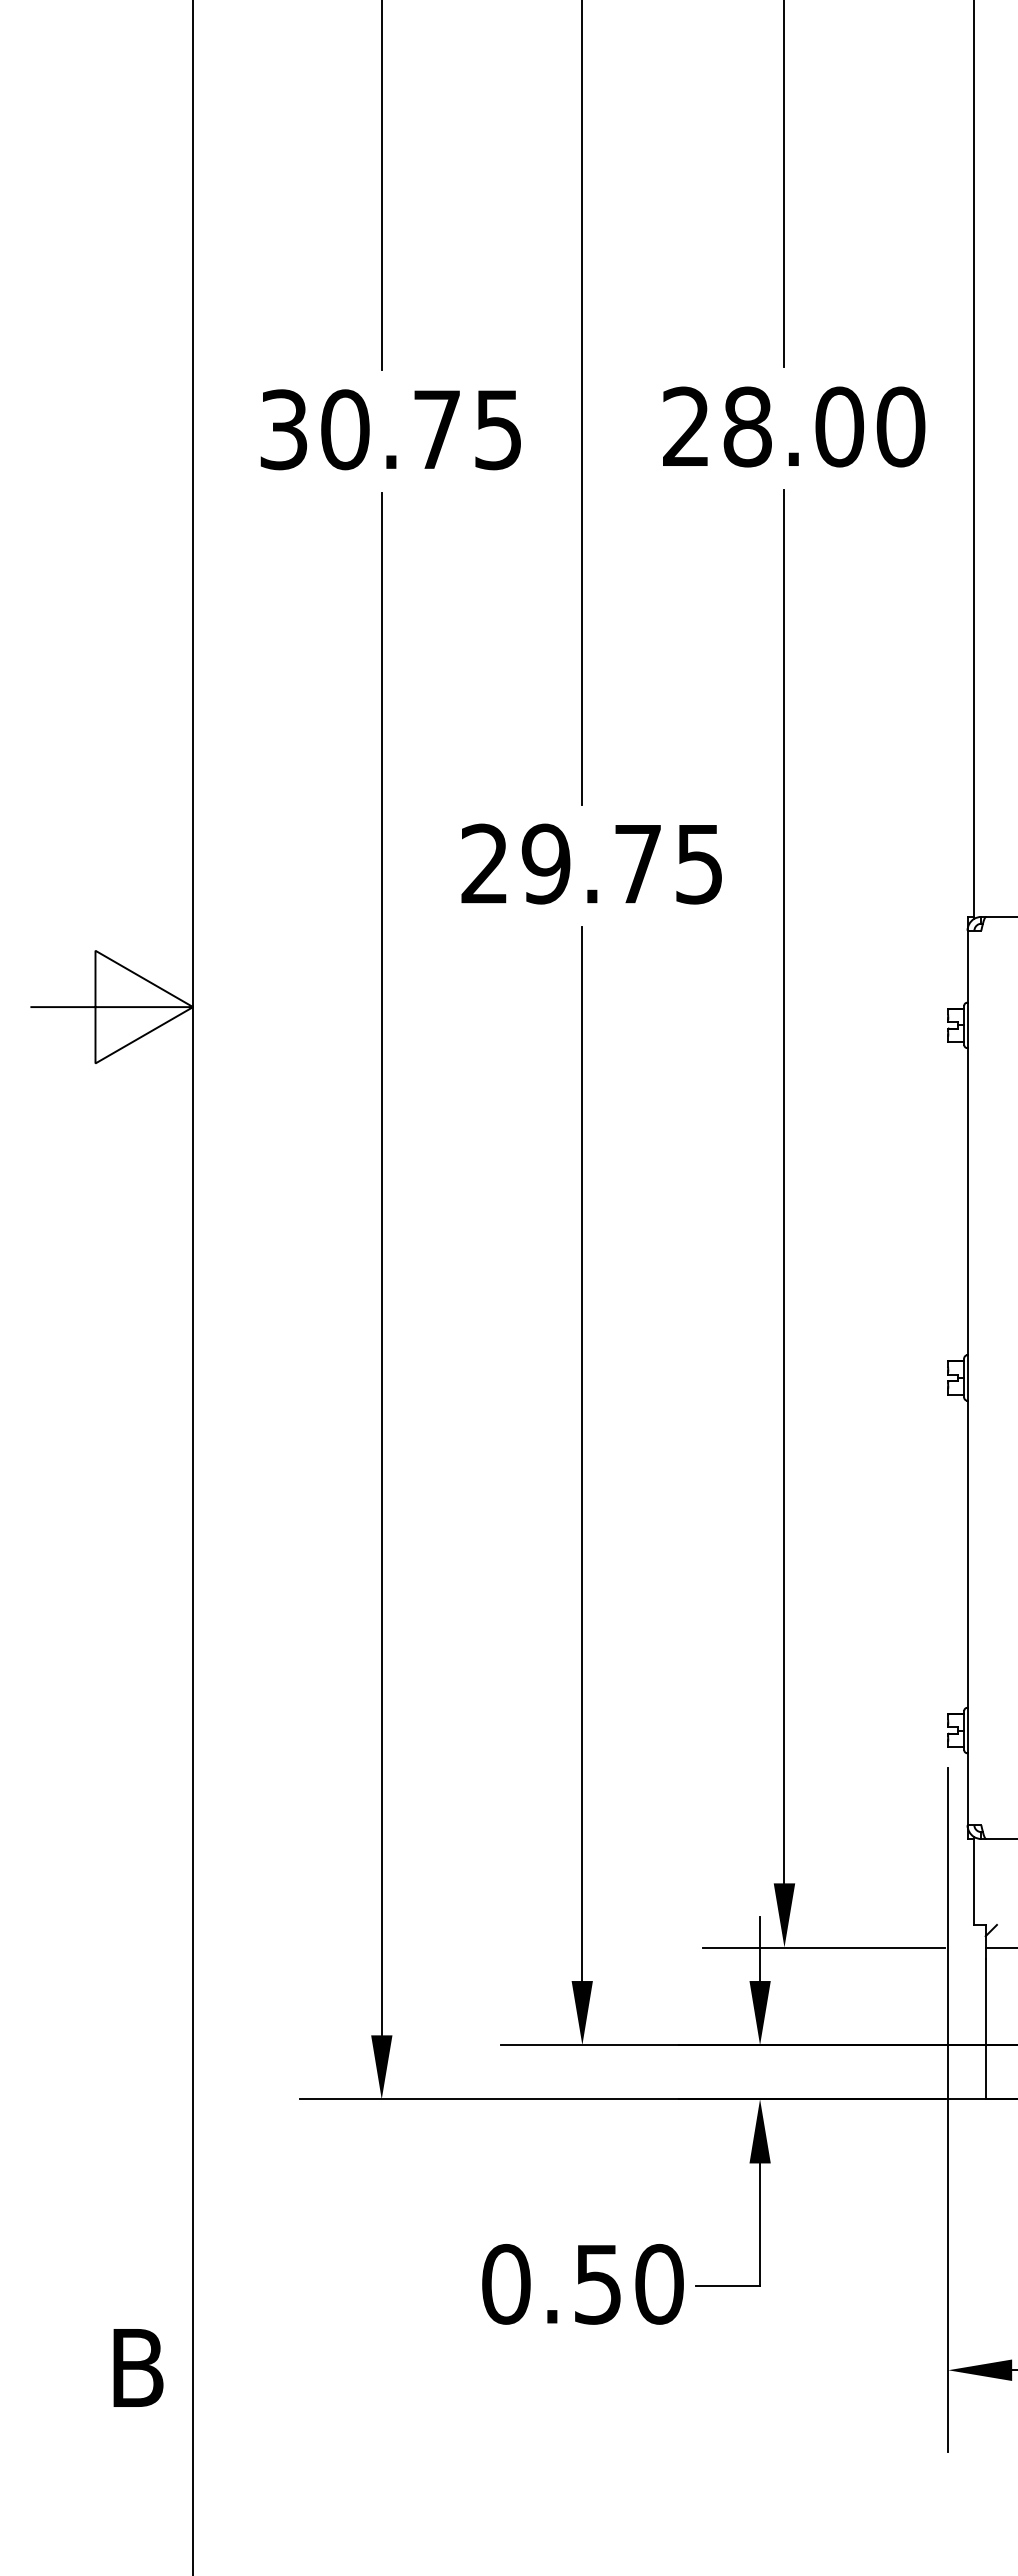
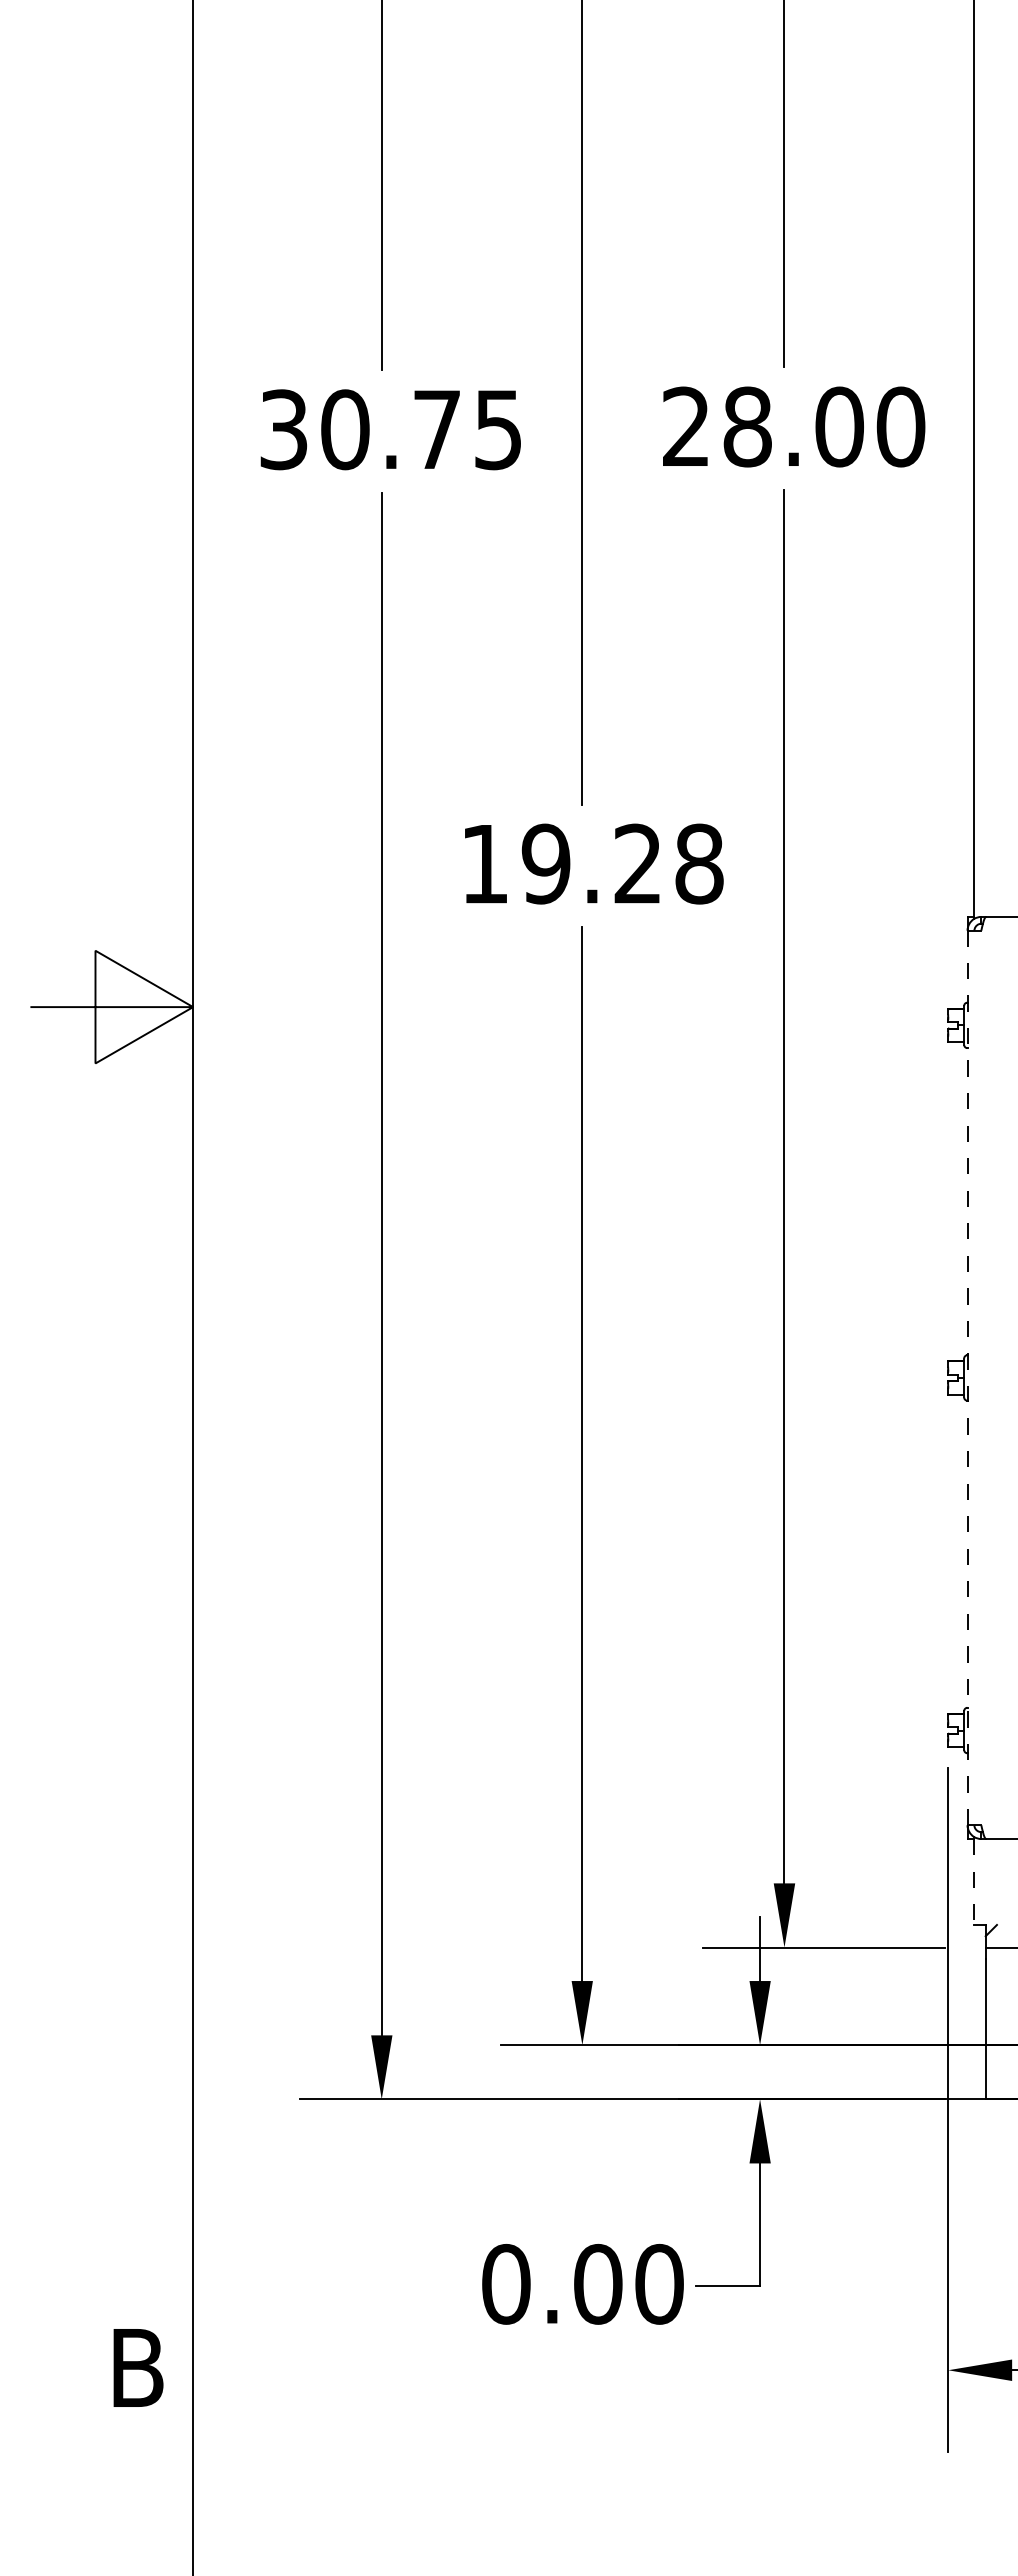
text at (592, 863): 29.75 -> 19.28
line at (967, 1377): solid -> dashed
line at (974, 1881): solid -> dashed
text at (598, 2283): 0.50 -> 0.00
